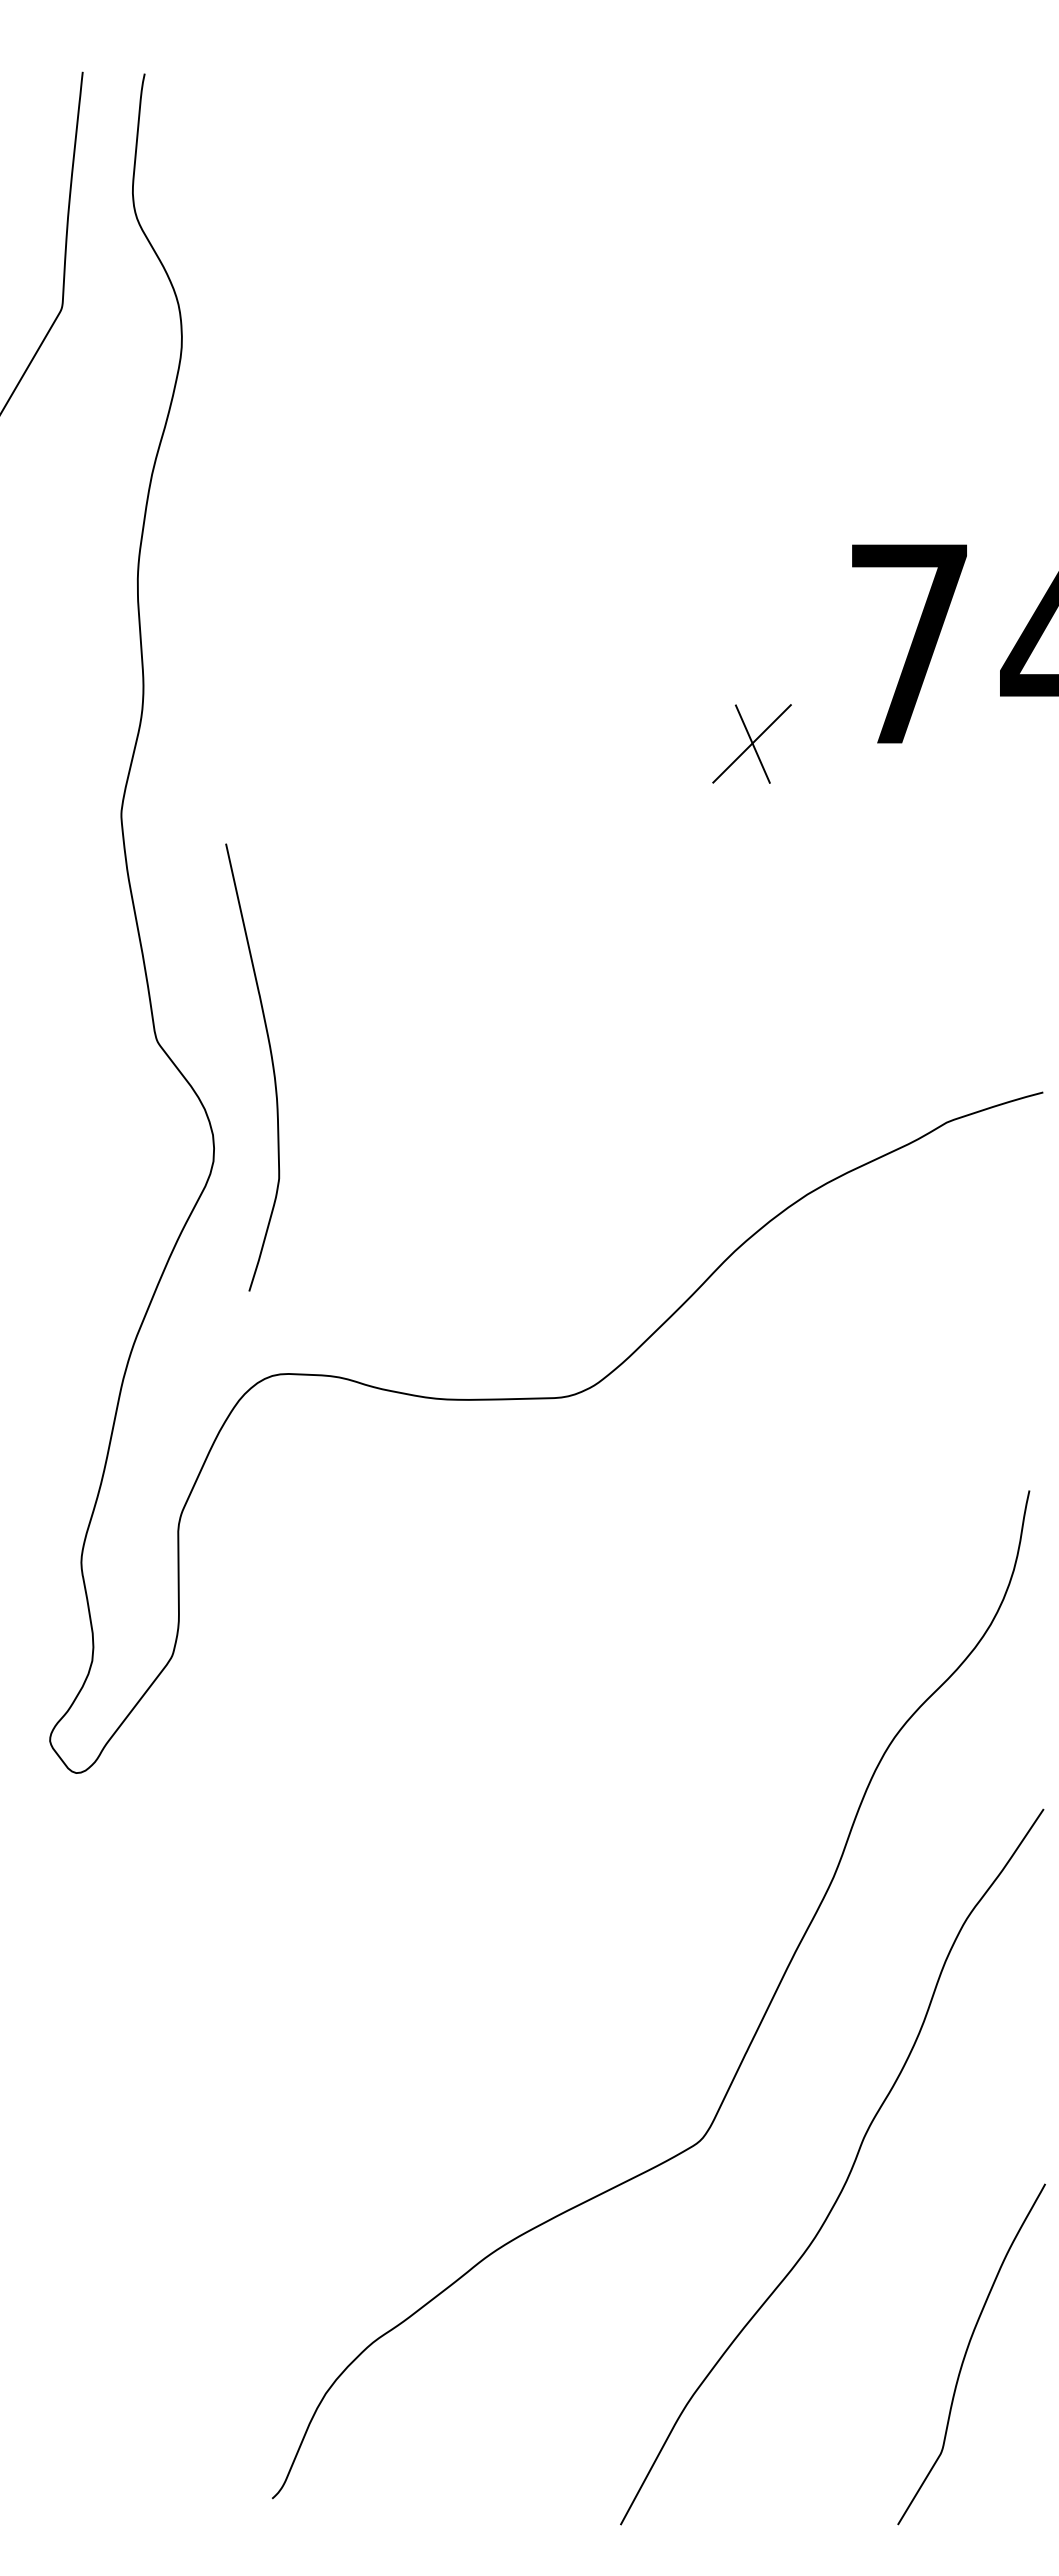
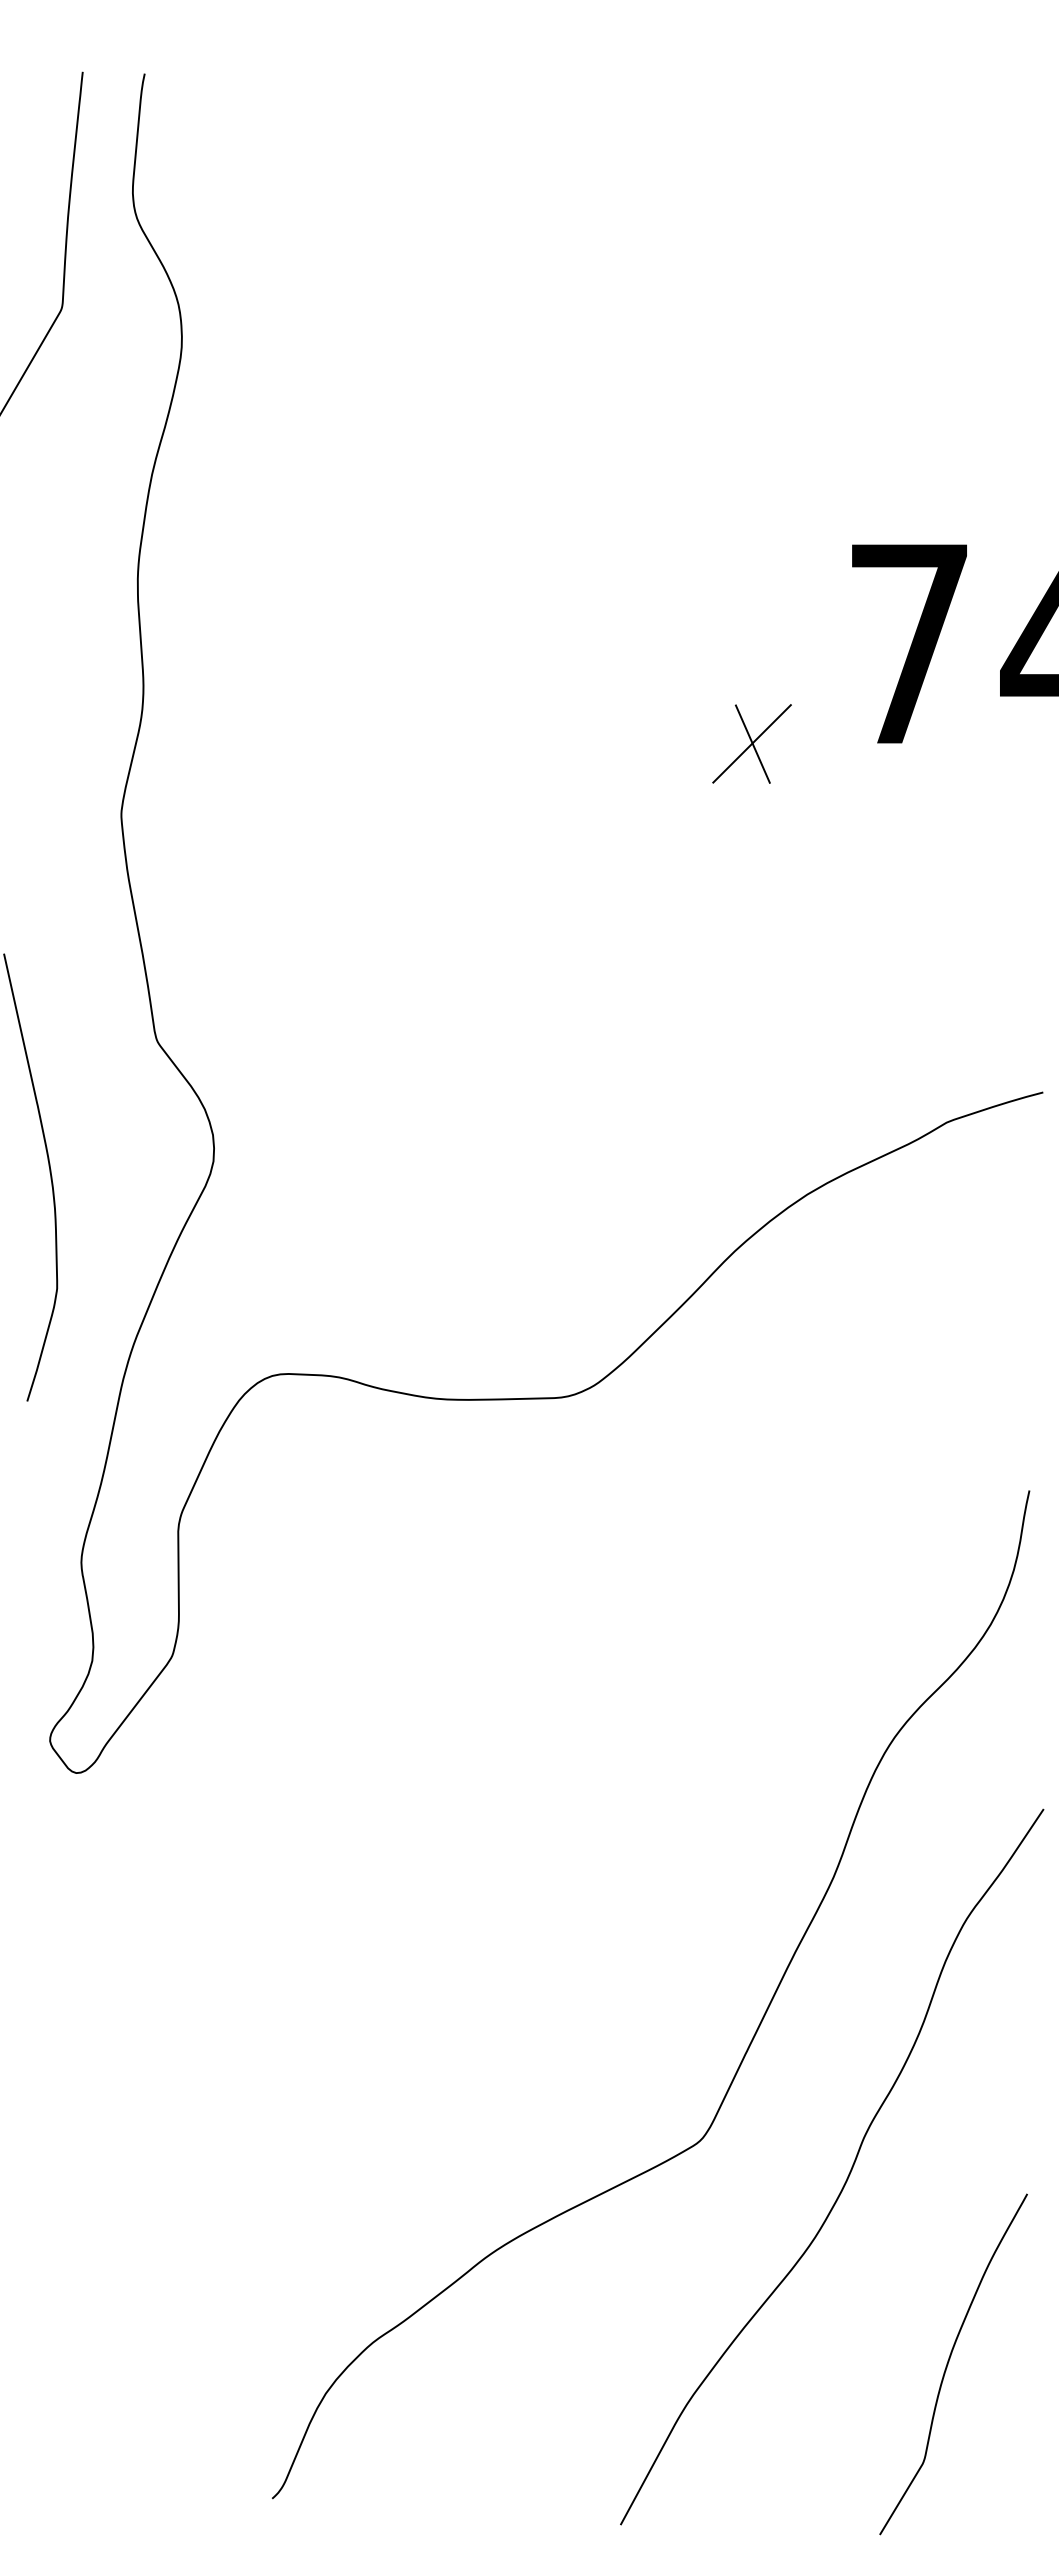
curve at (271, 1063) position: (271, 1063) -> (49, 1173)
curve at (967, 2351) position: (967, 2351) -> (949, 2361)
